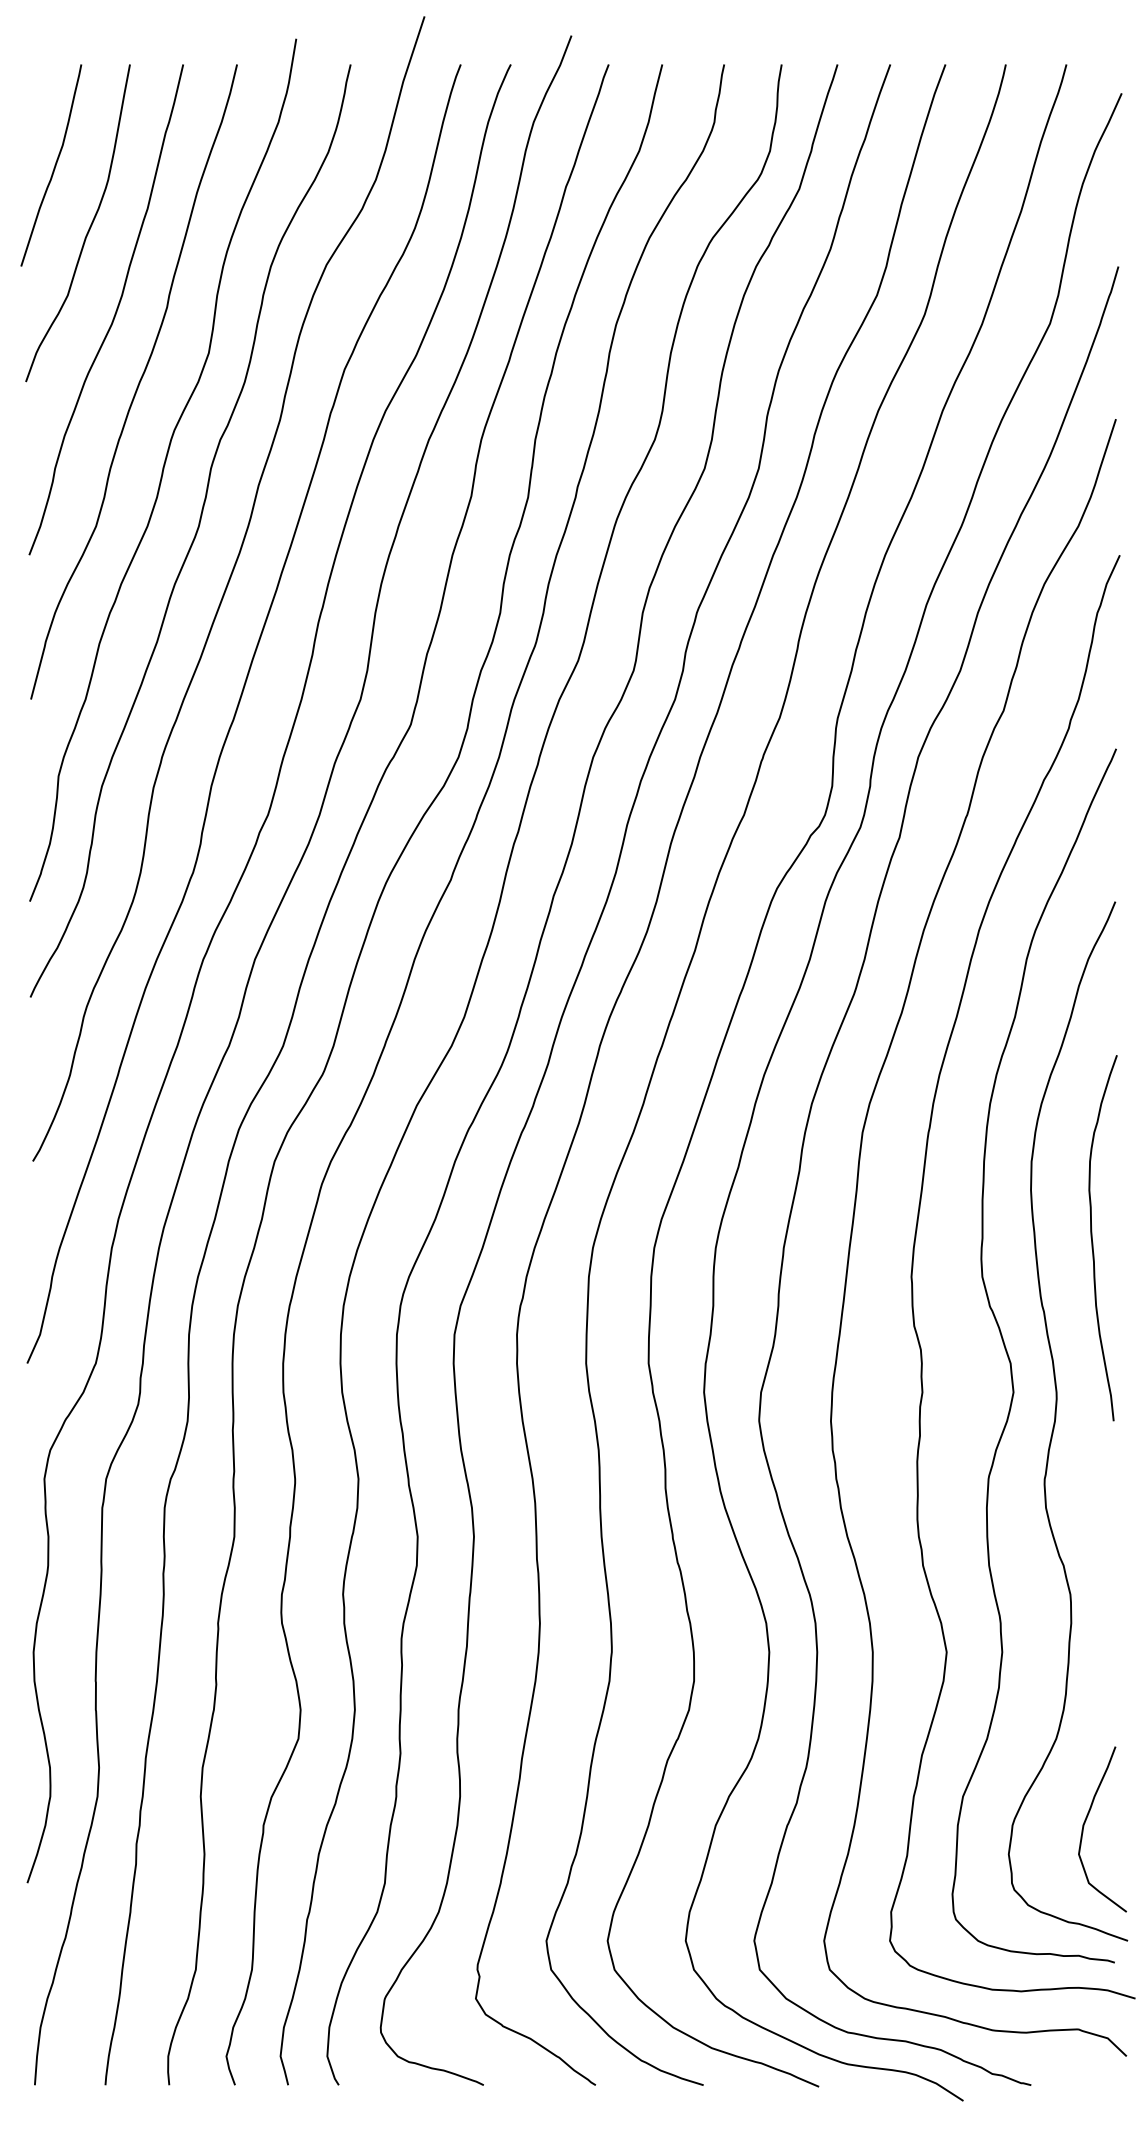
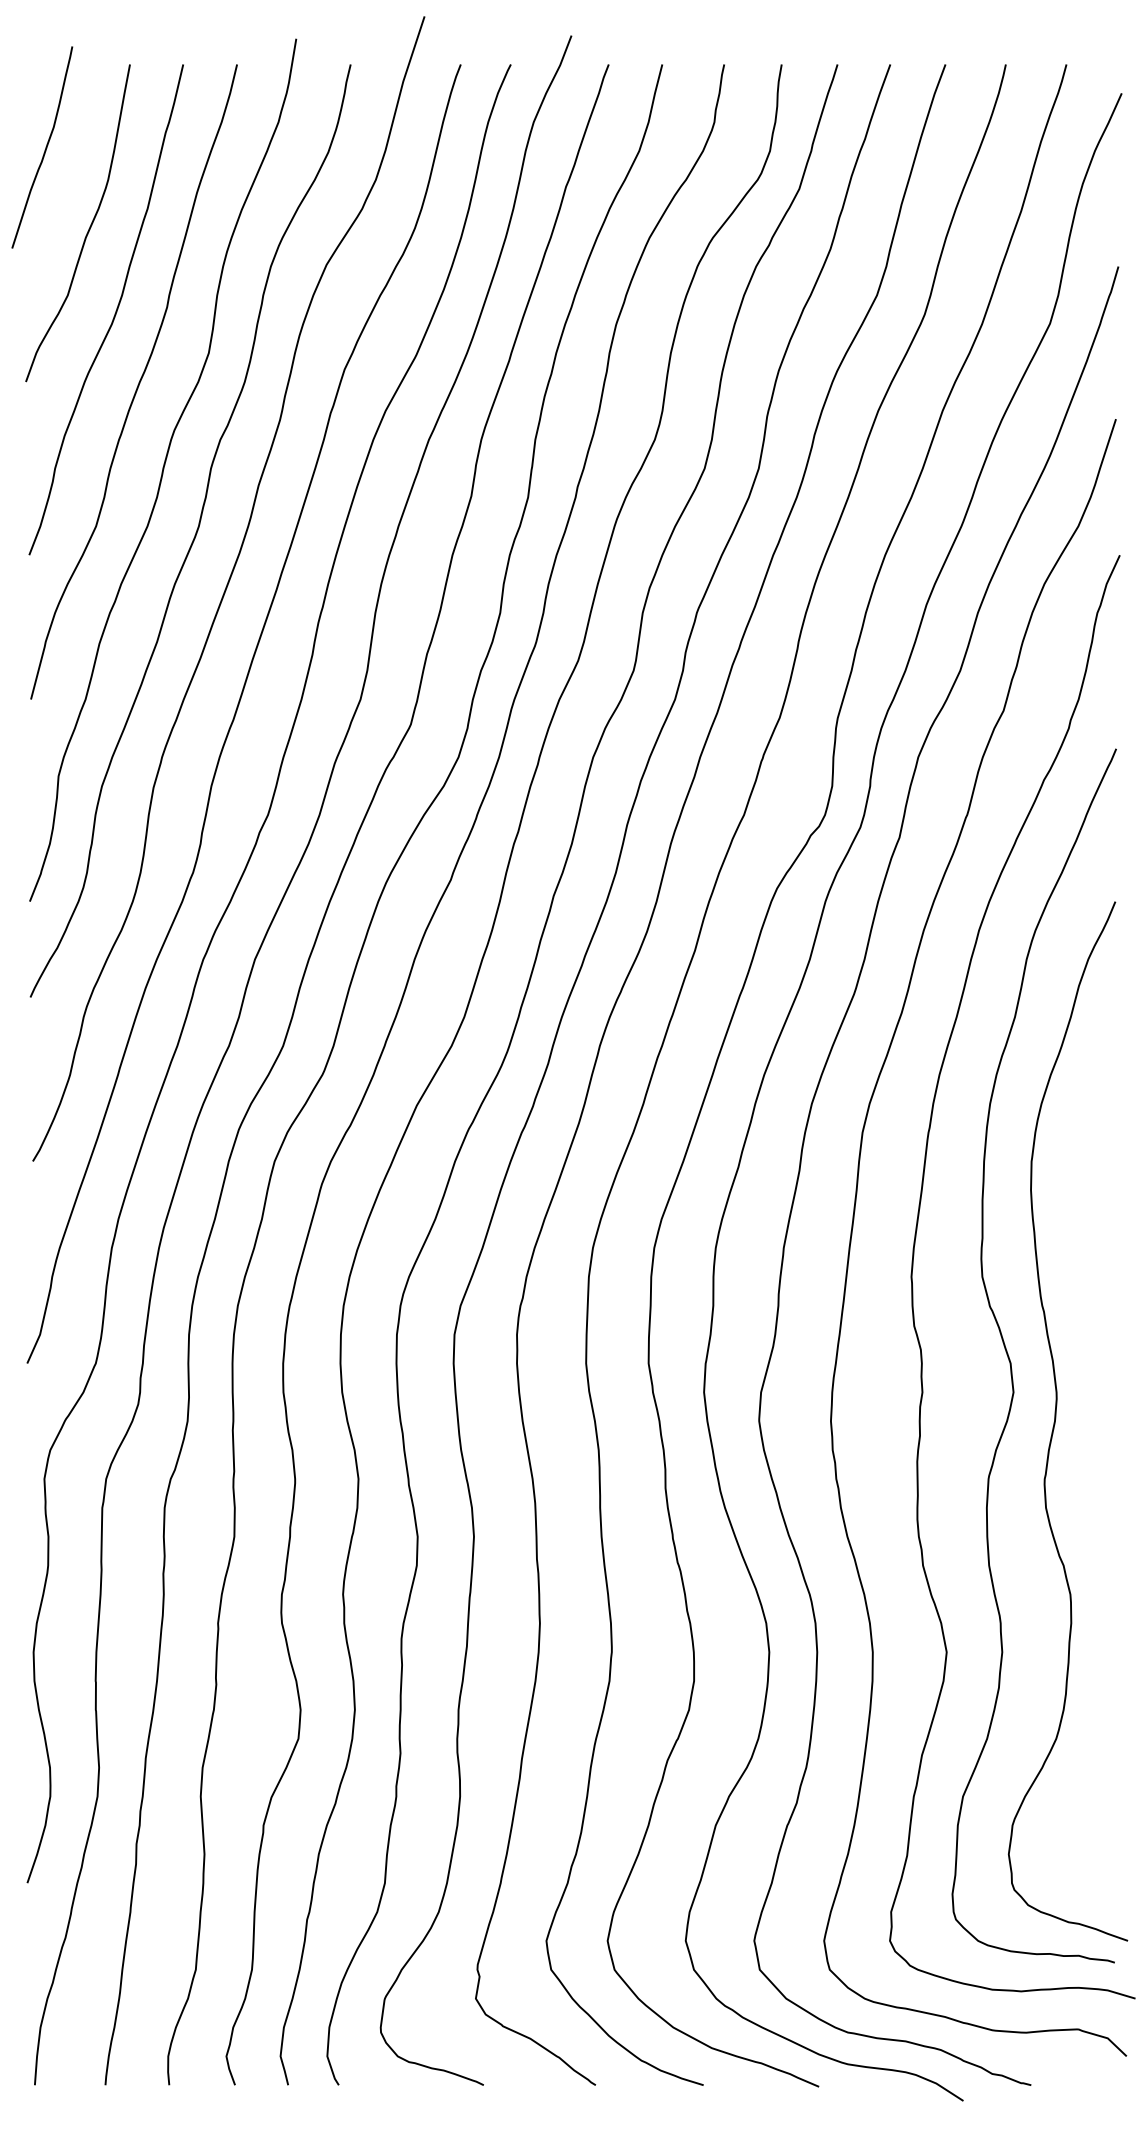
curve at (54, 165) position: (54, 165) -> (45, 147)
curve at (1093, 1242): present -> none
curve at (1085, 1823): present -> none
